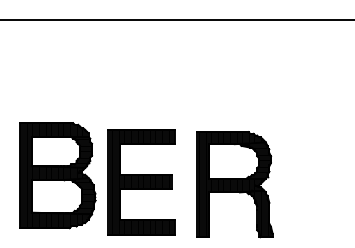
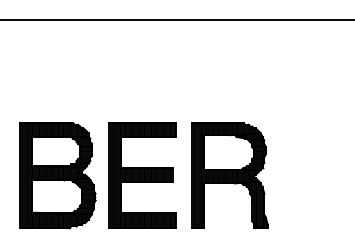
part at (141, 182) position: (141, 182) -> (142, 175)
part at (234, 184) position: (234, 184) -> (229, 175)
